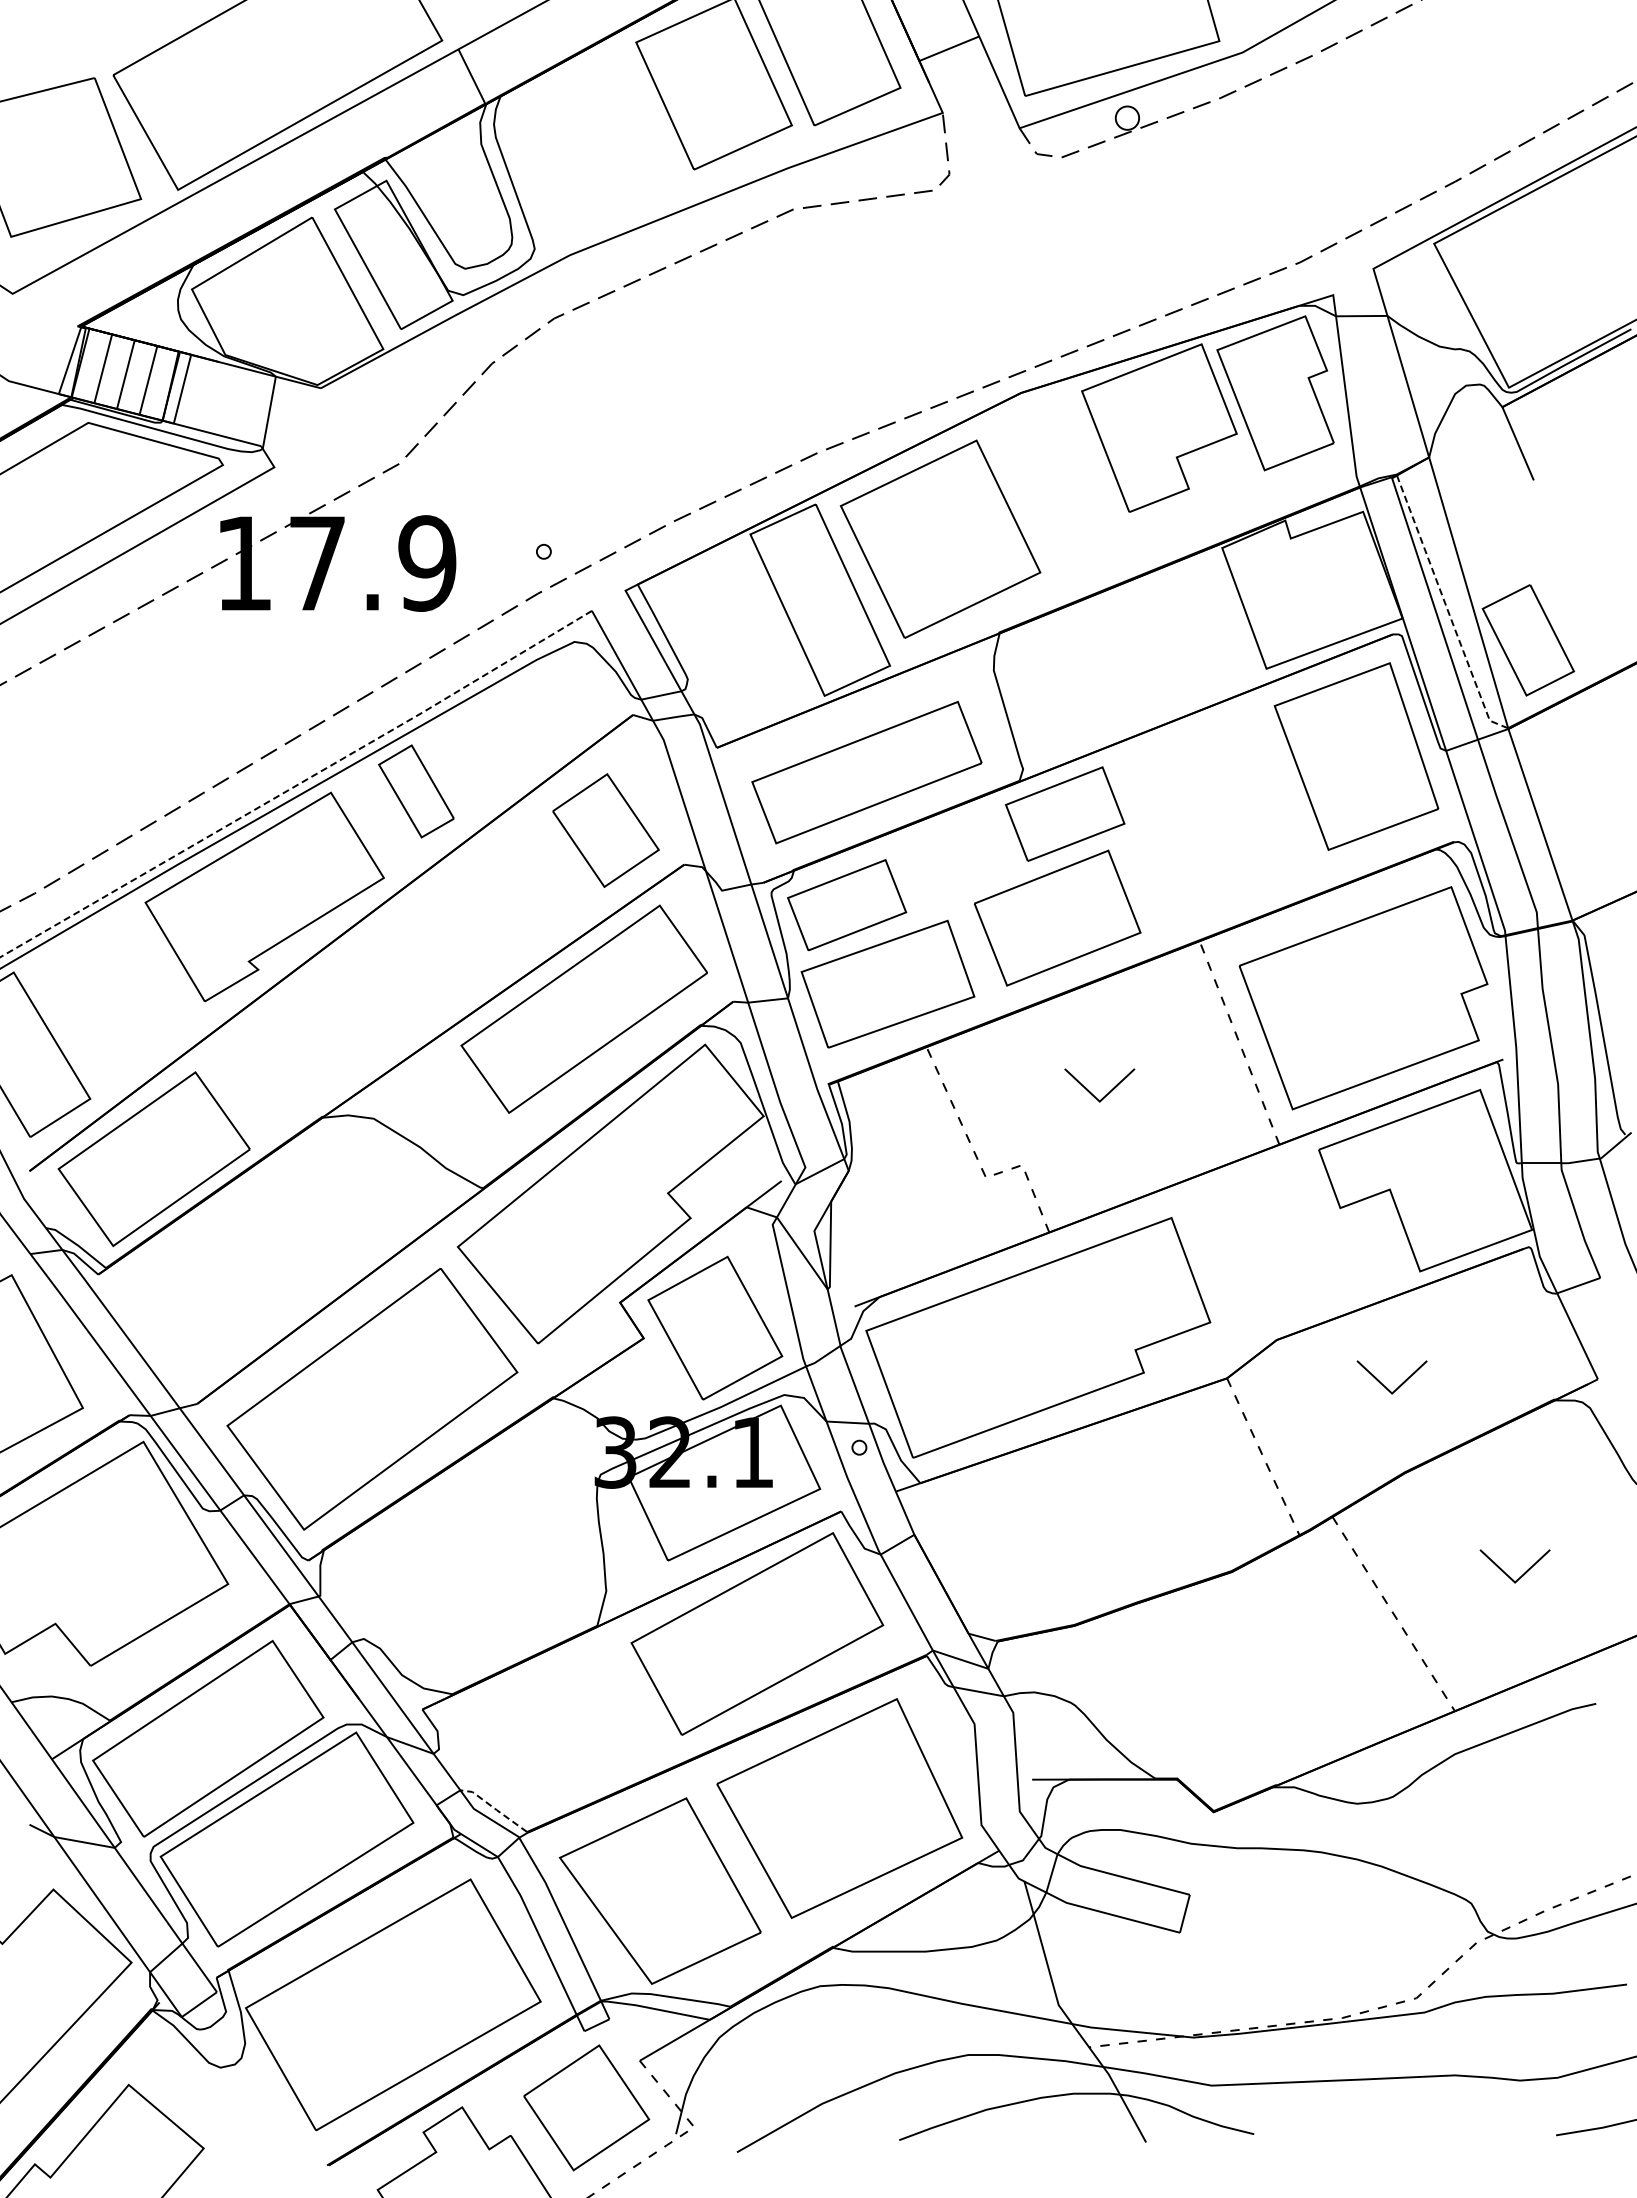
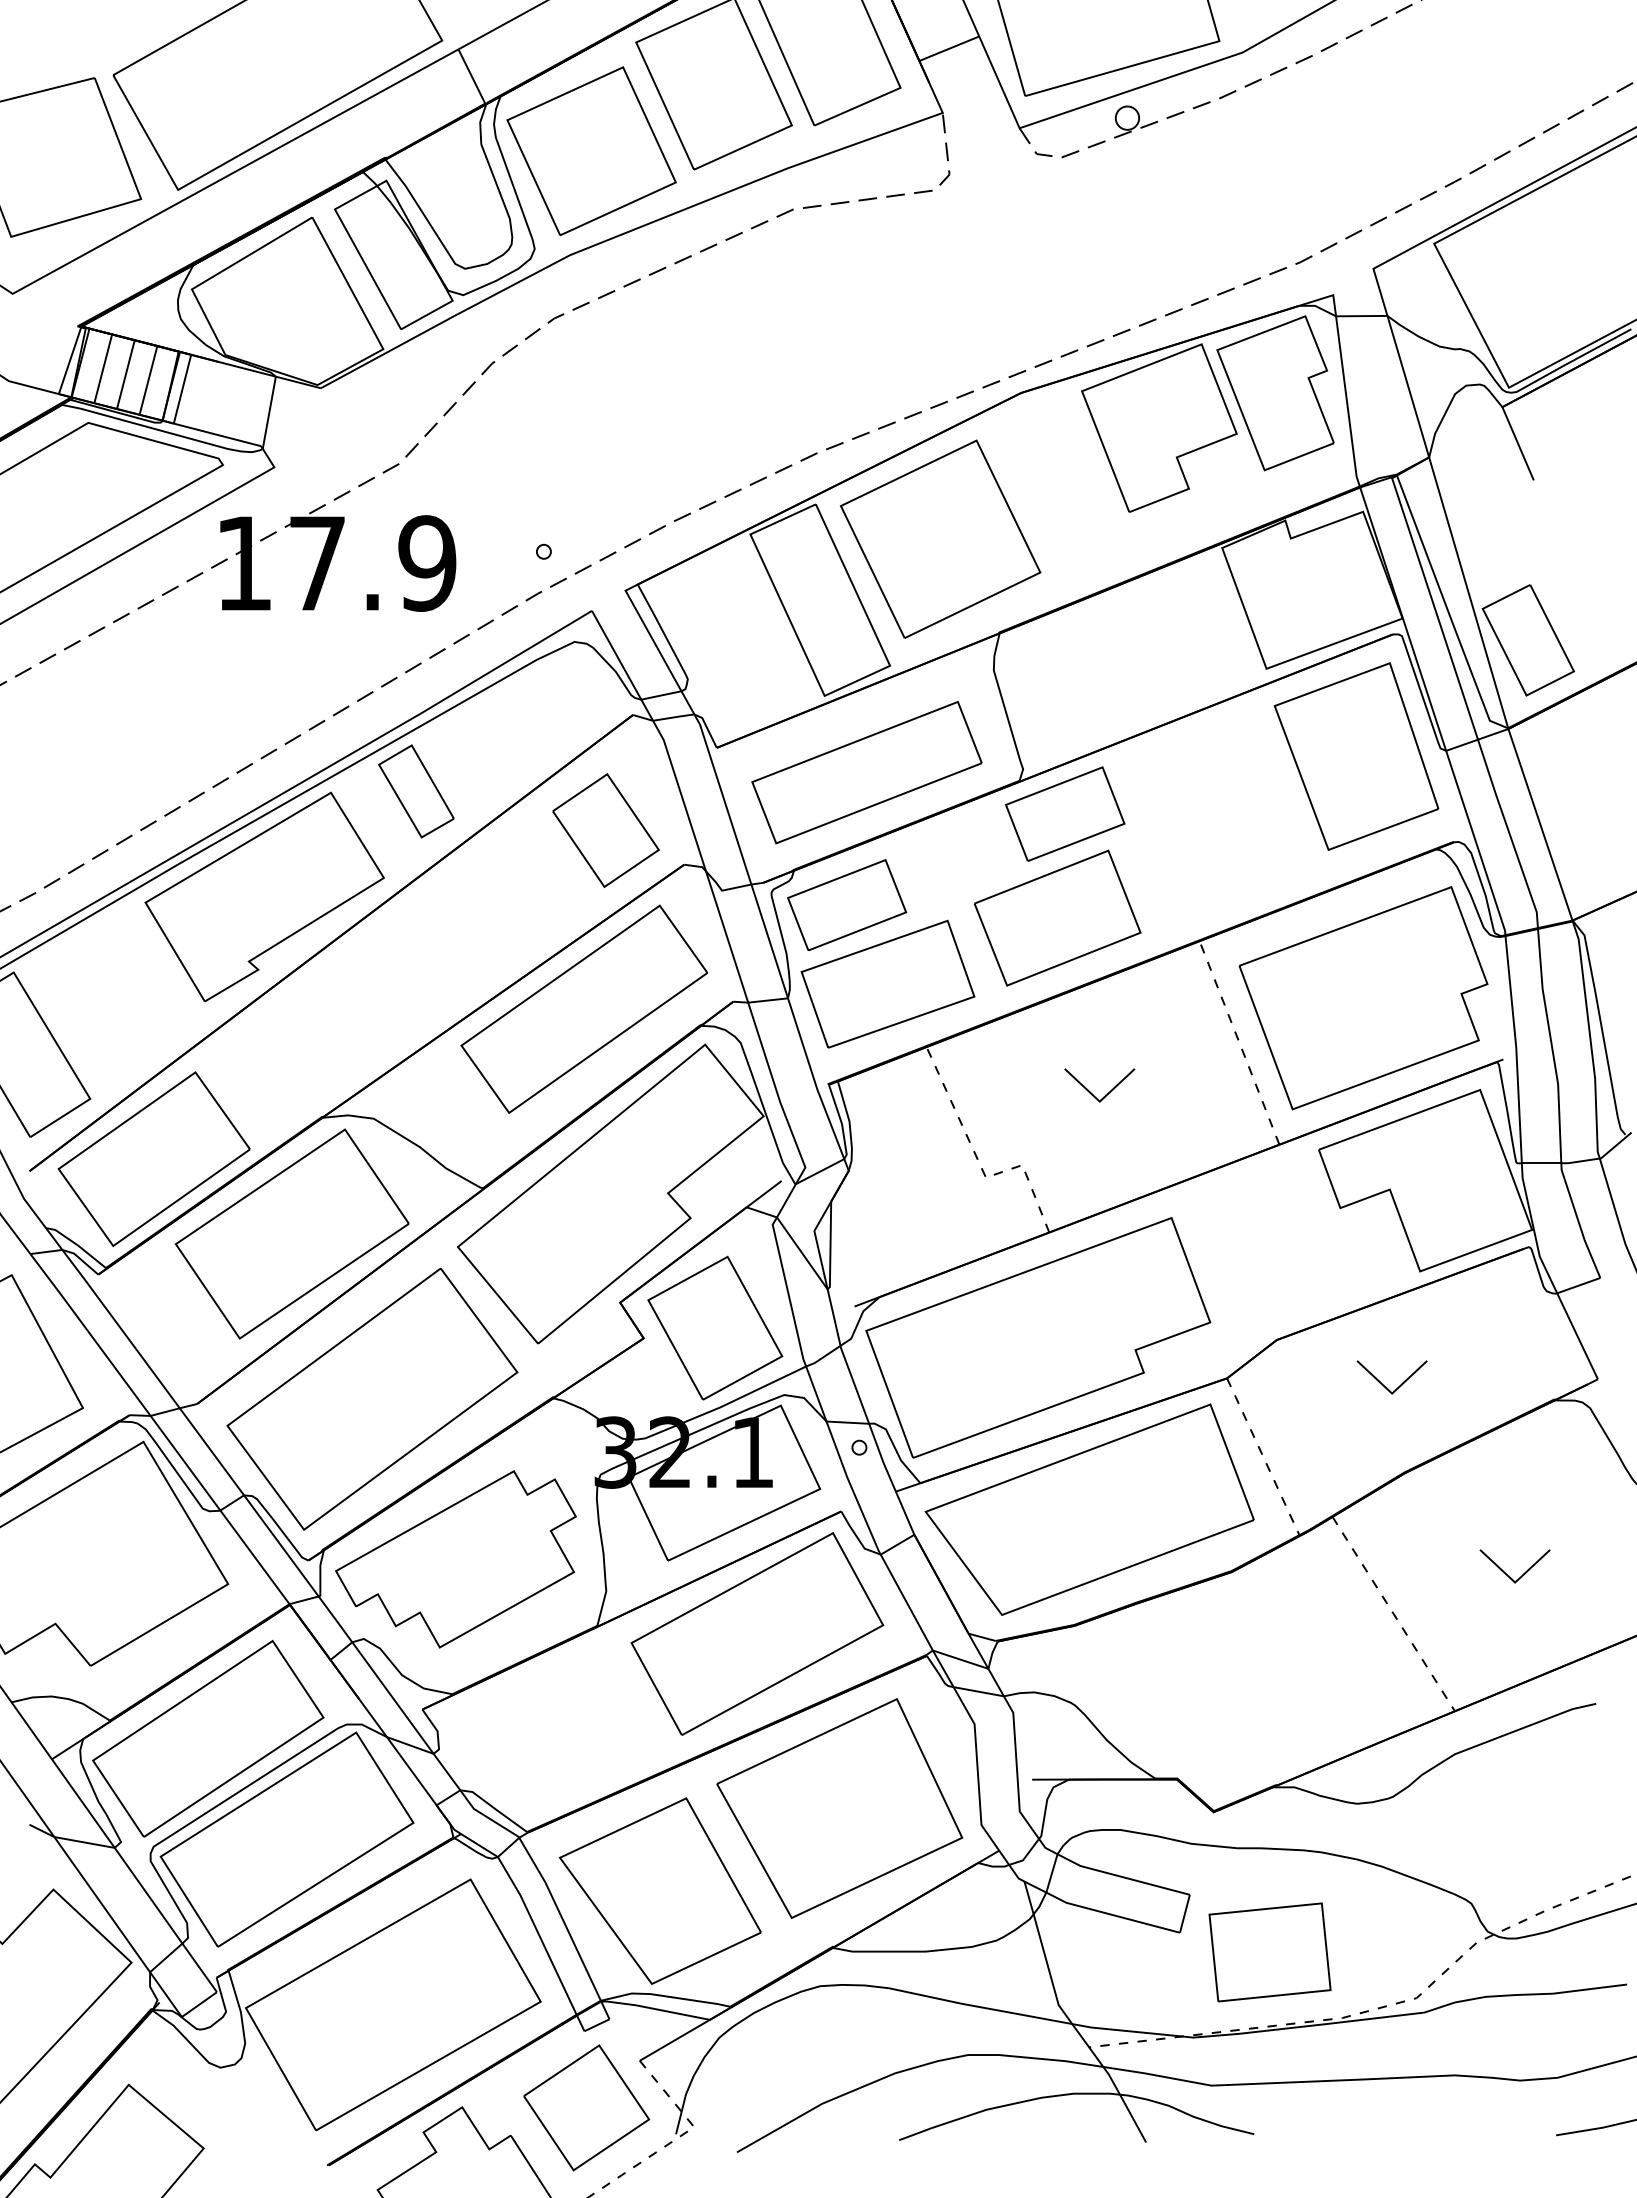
part at (591, 150): none -> present
line at (1447, 608): dashed -> solid
line at (296, 785): dashed -> solid
part at (292, 1233): none -> present
part at (1089, 1509): none -> present
part at (455, 1559): none -> present
line at (494, 1808): dashed -> solid
part at (1269, 1952): none -> present
